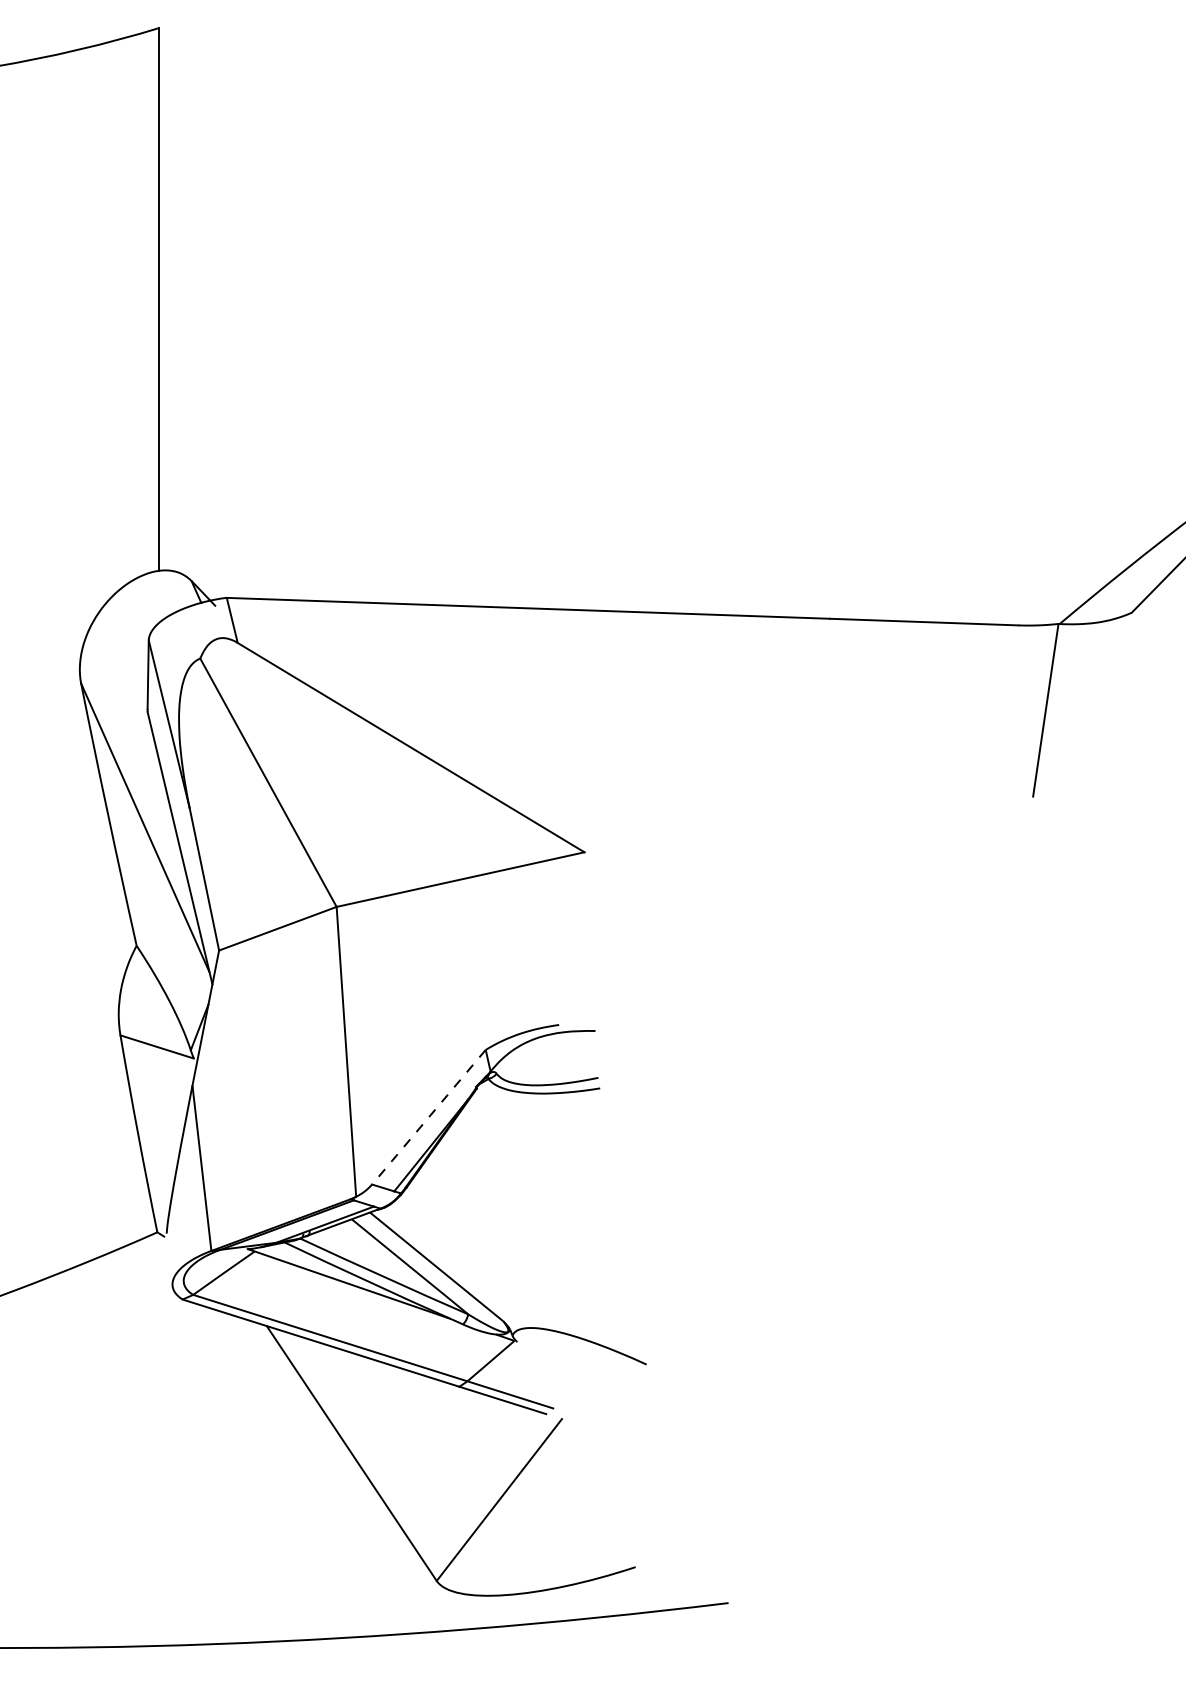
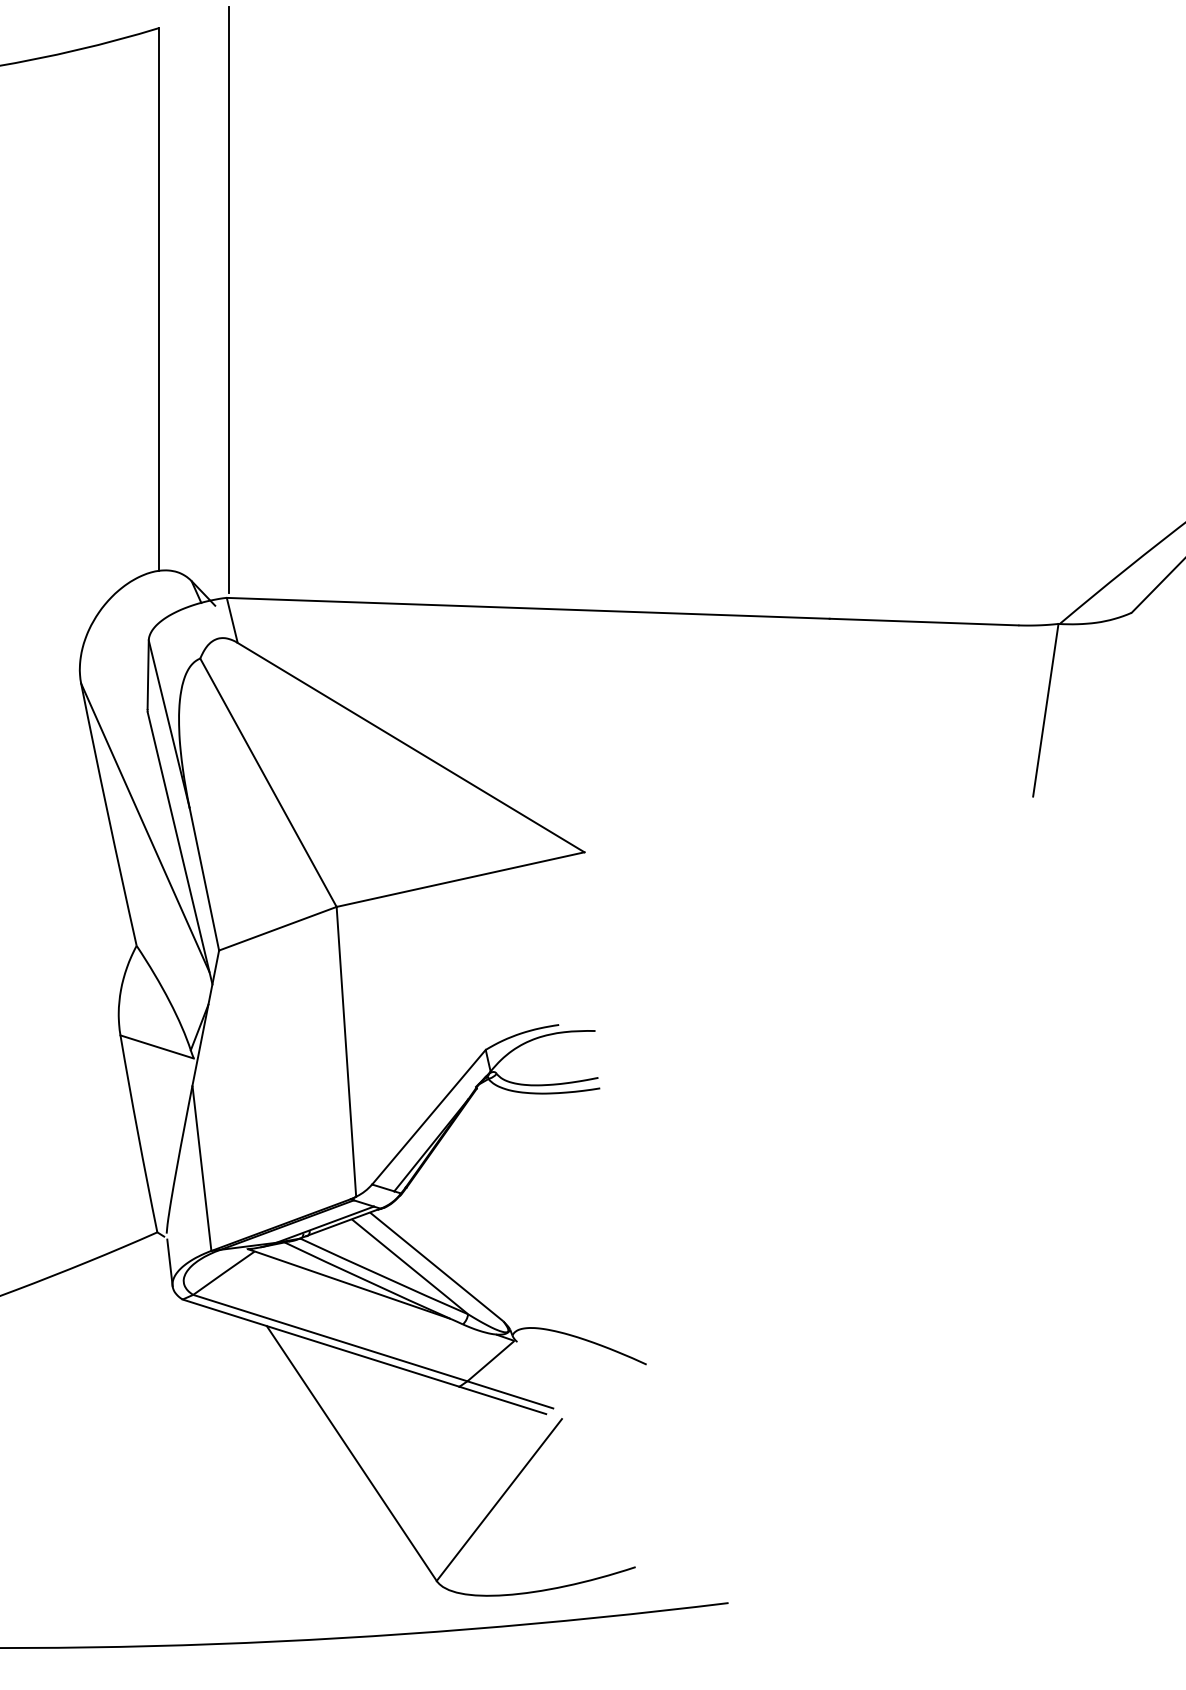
line at (229, 299): none -> present
line at (428, 1117): dashed -> solid
line at (169, 1262): none -> present
